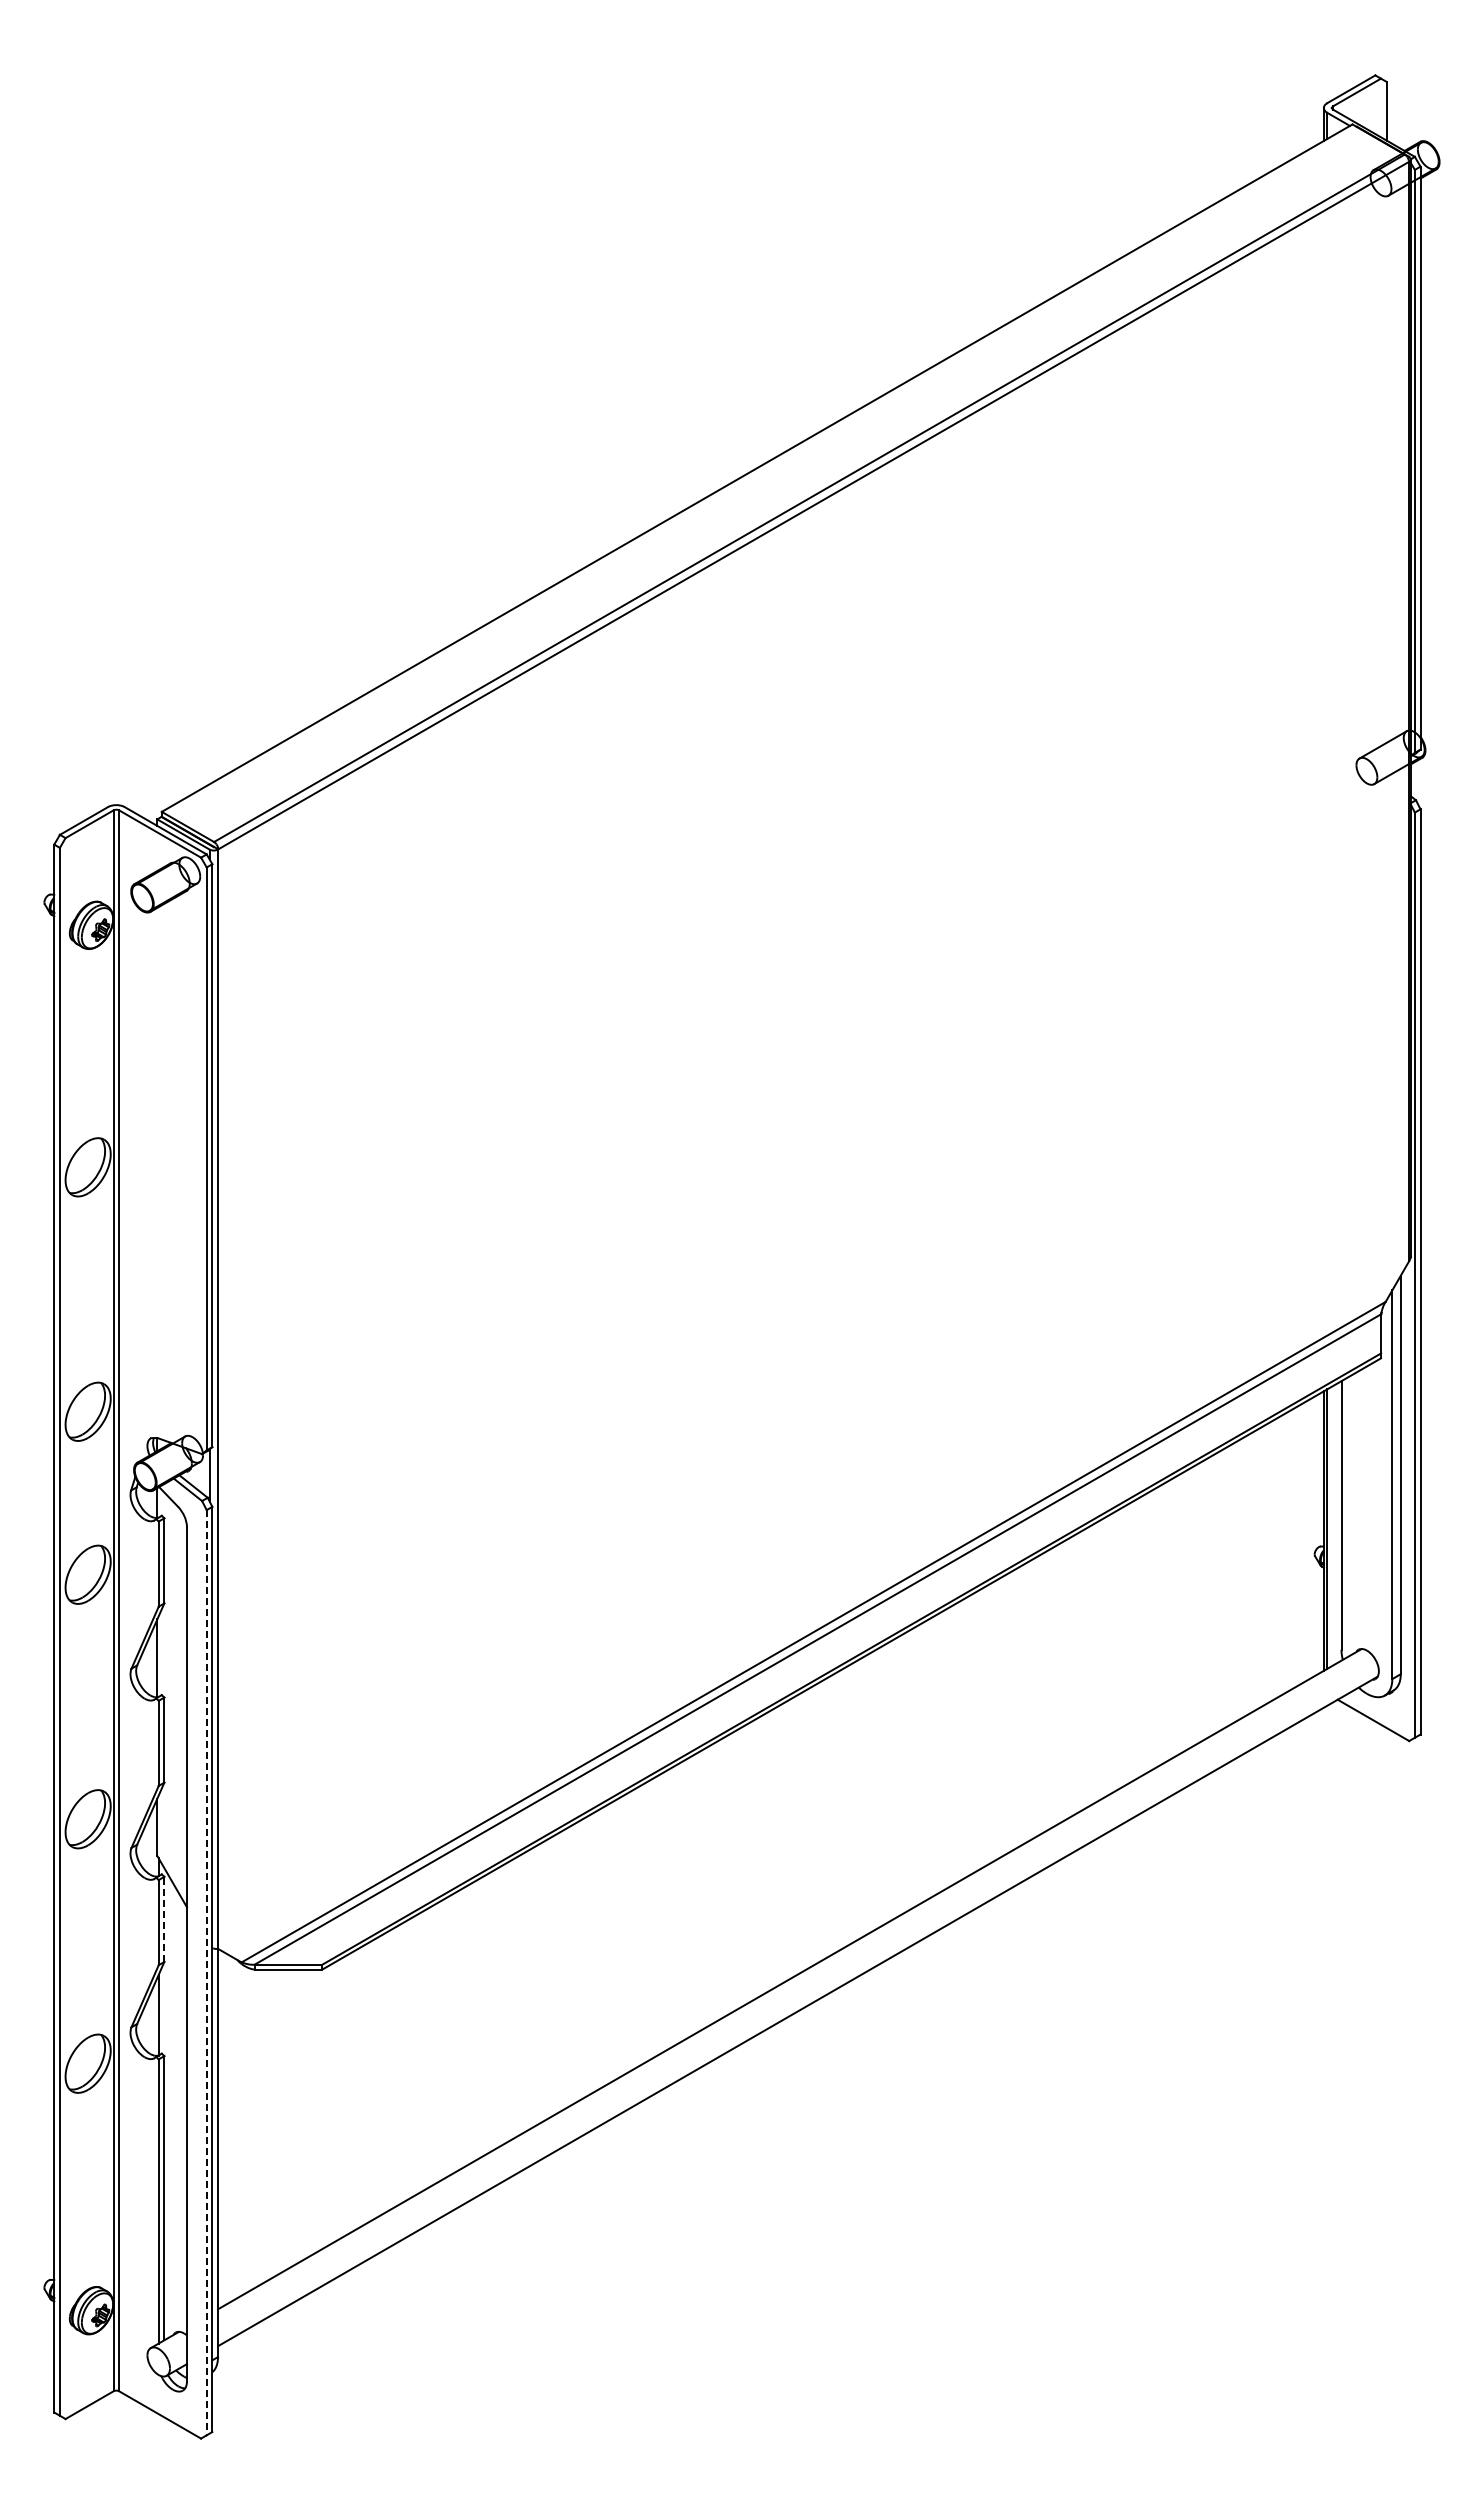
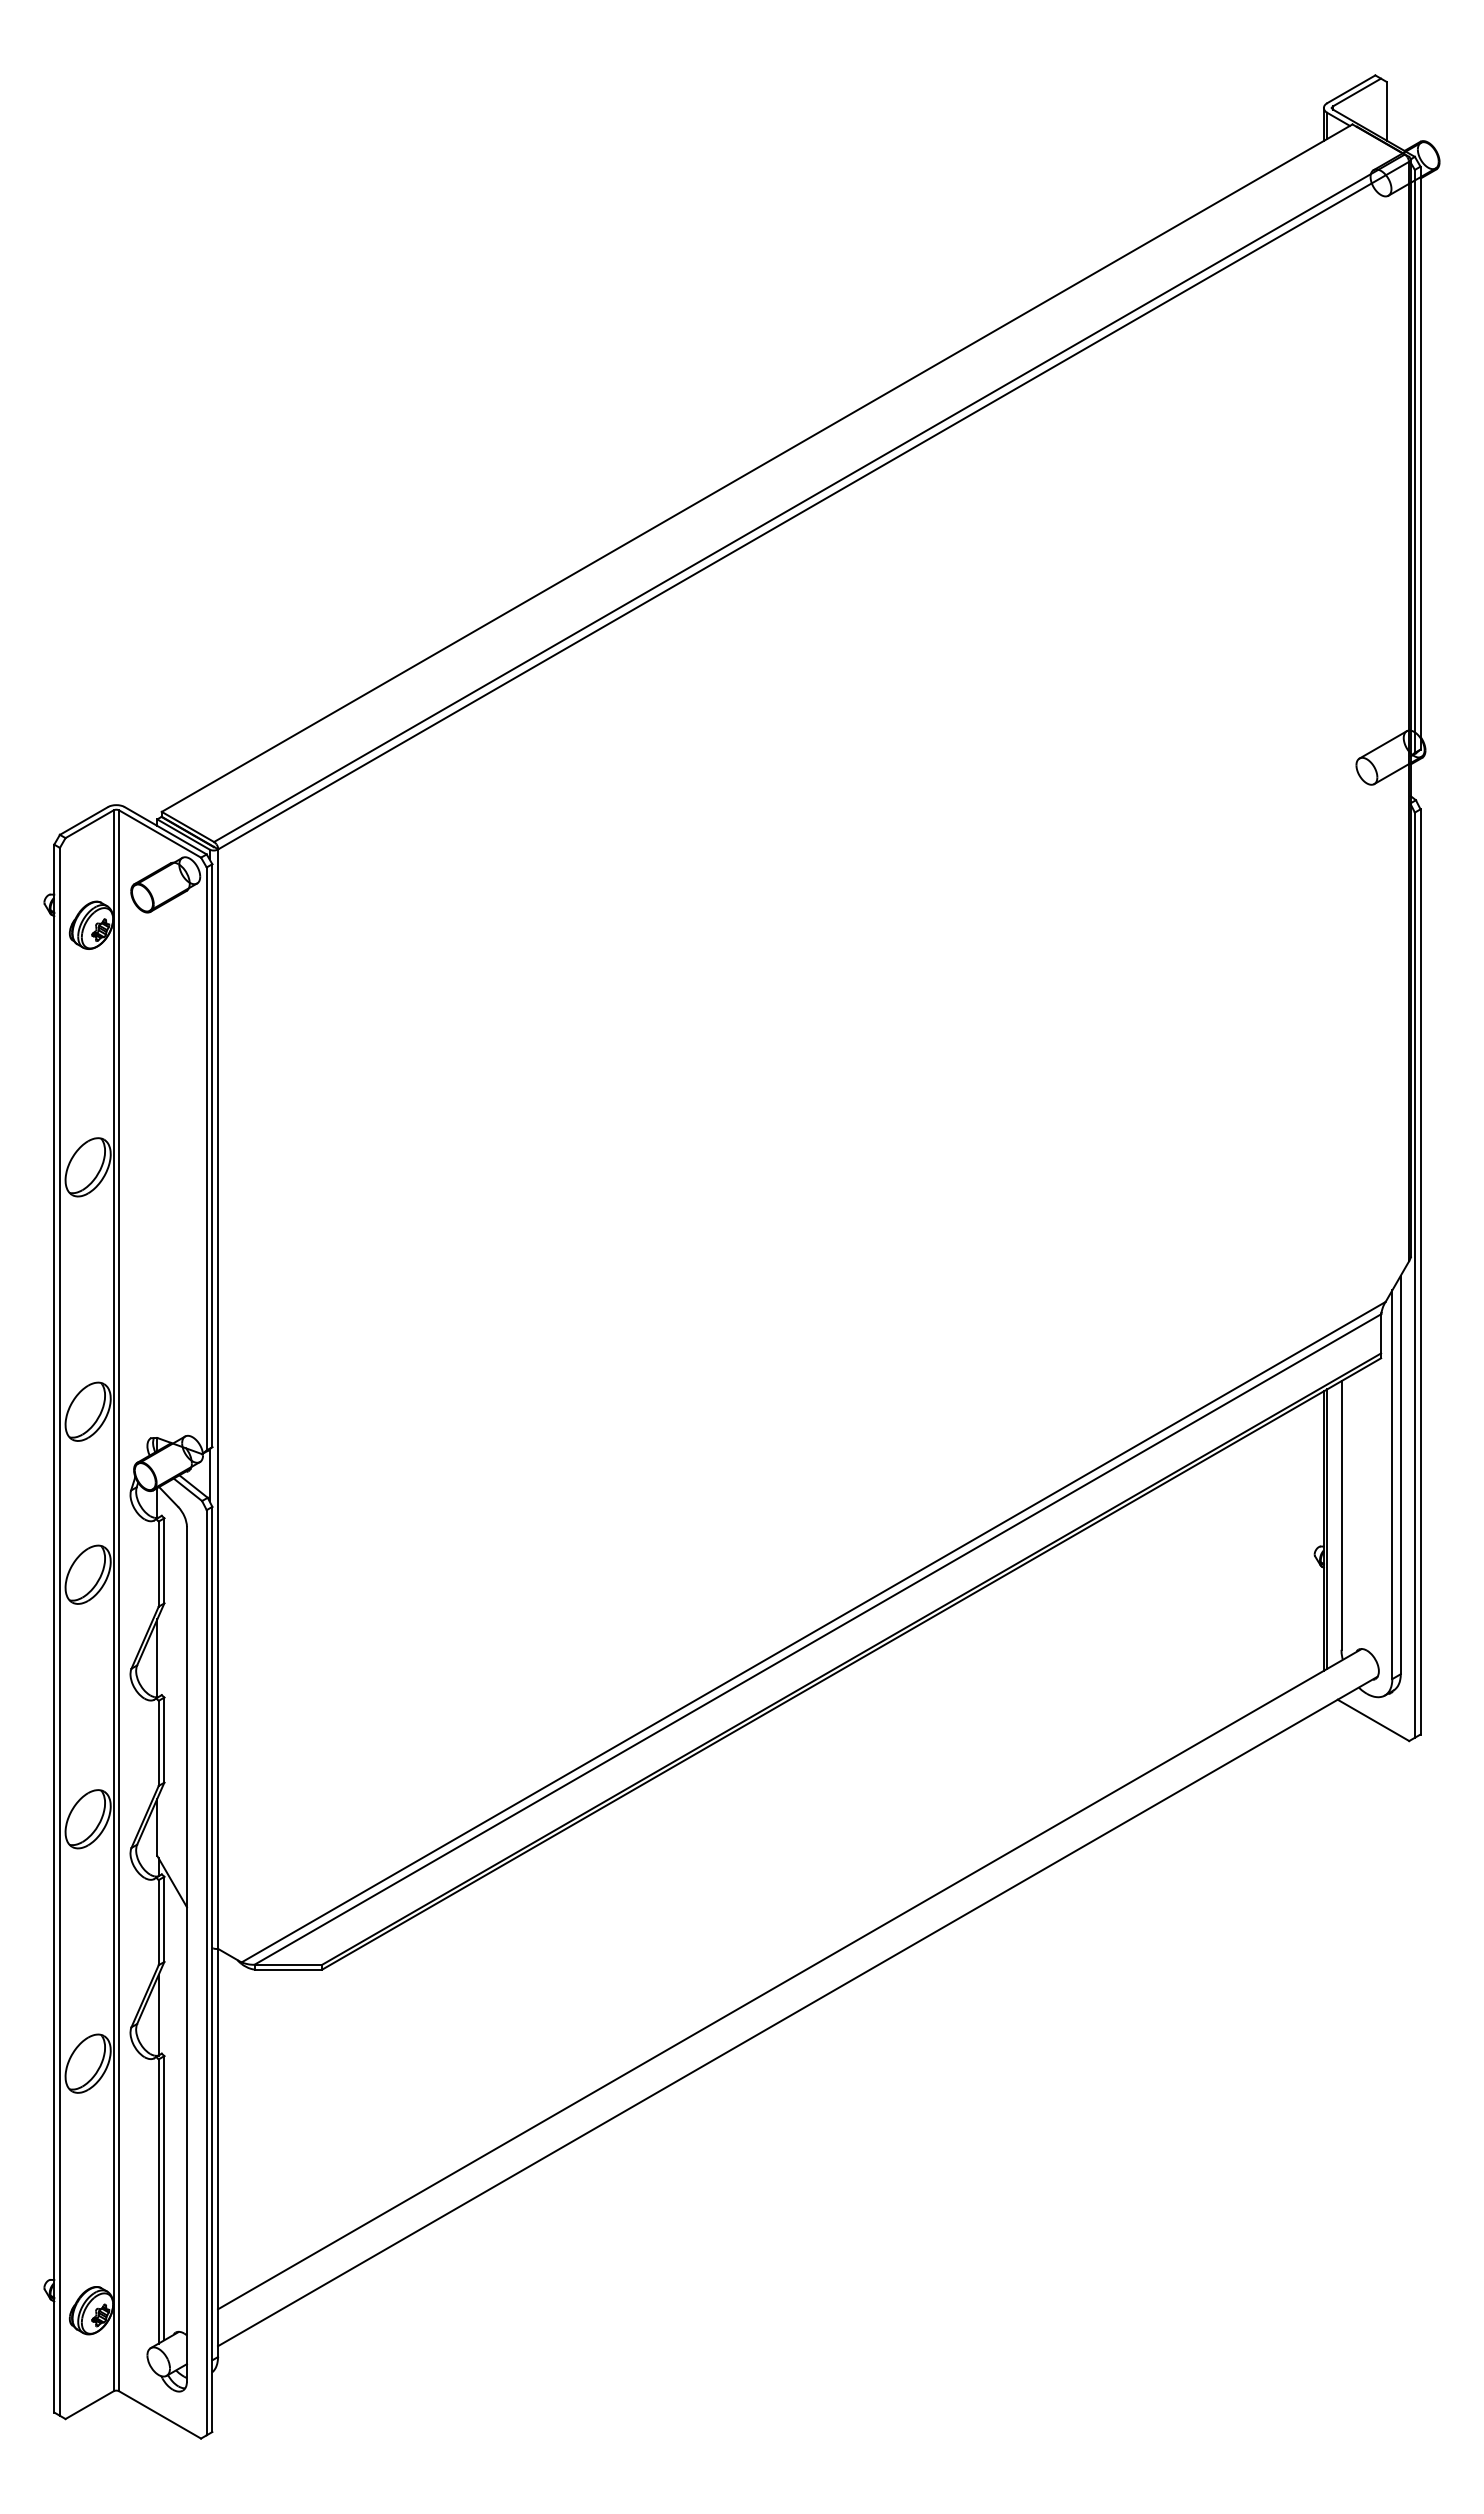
line at (164, 1919): dashed -> solid
line at (206, 1972): dashed -> solid
